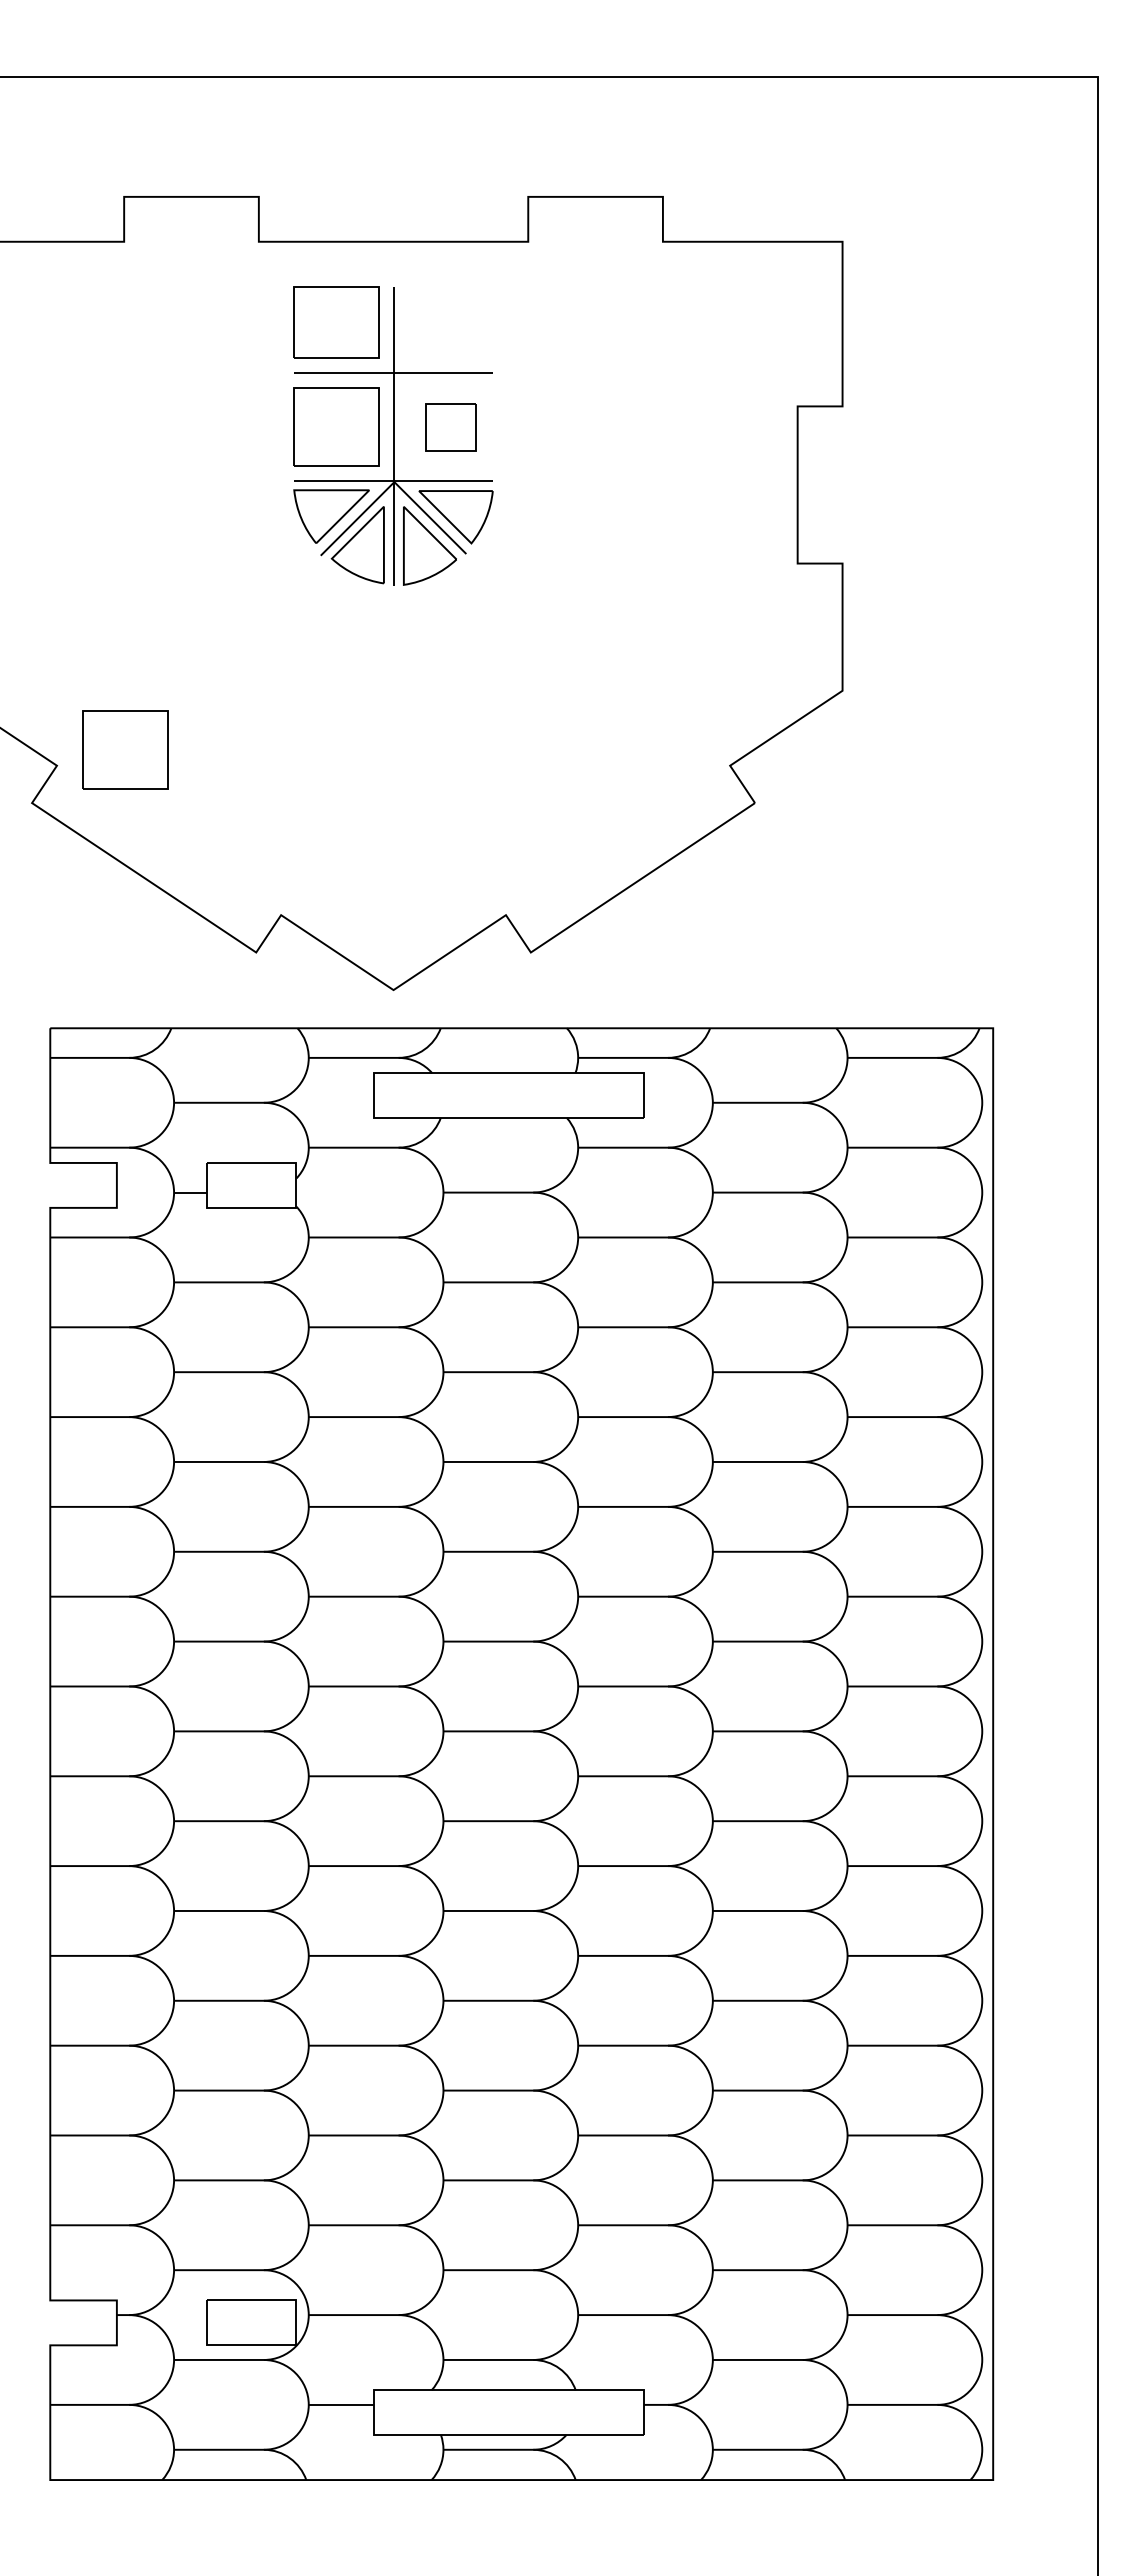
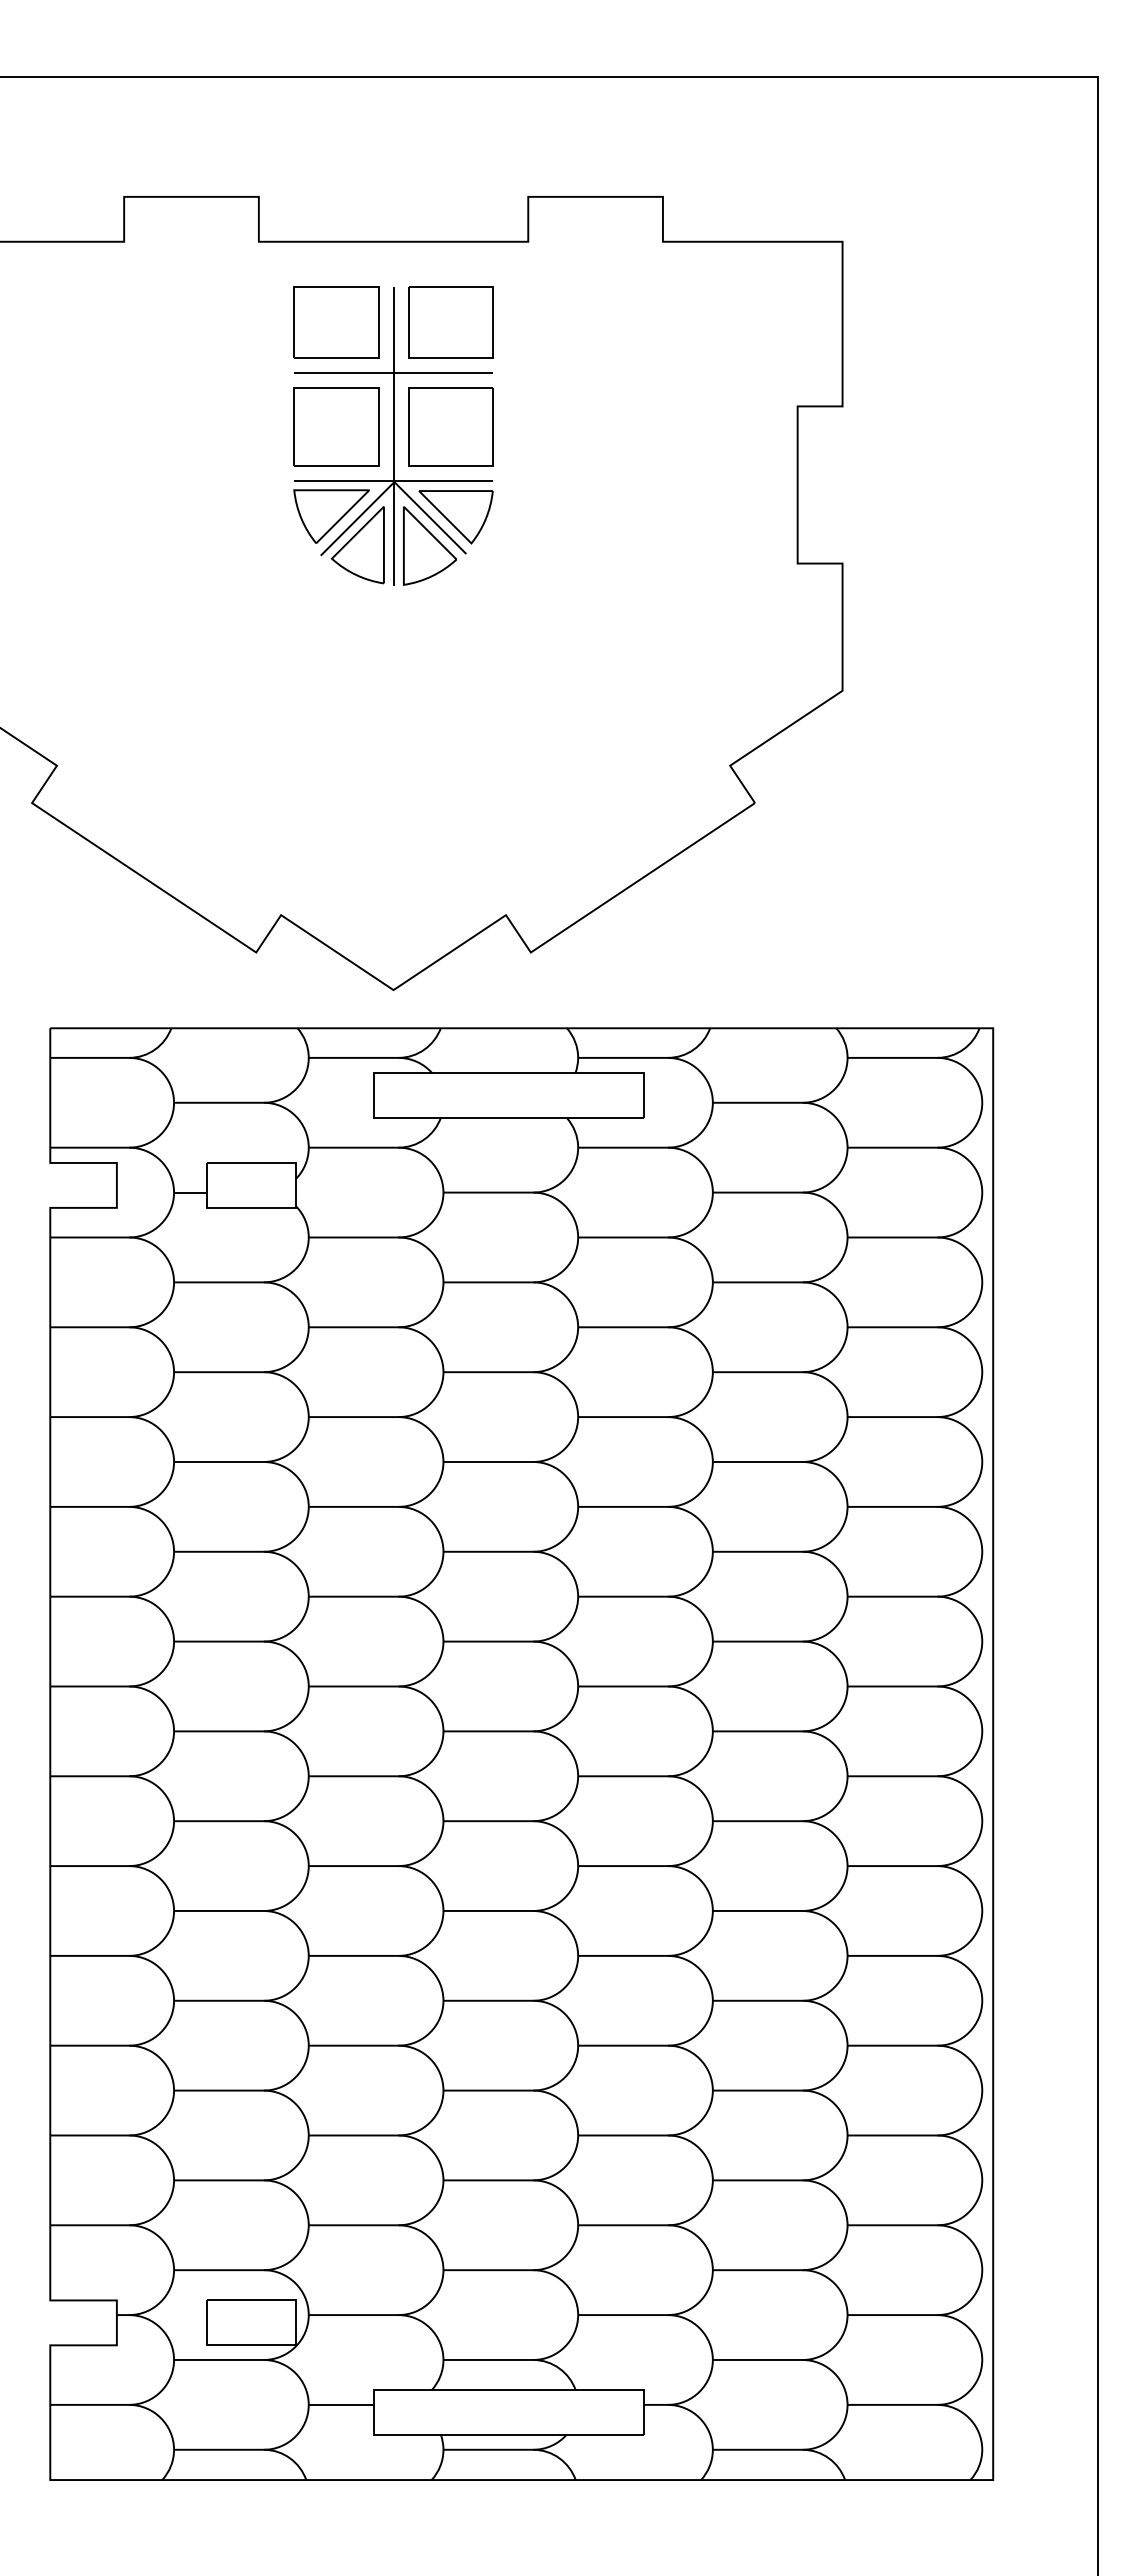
part at (450, 322): none -> present
part at (450, 427) size: 52x49 px -> 86x80 px
part at (125, 749): present -> none
